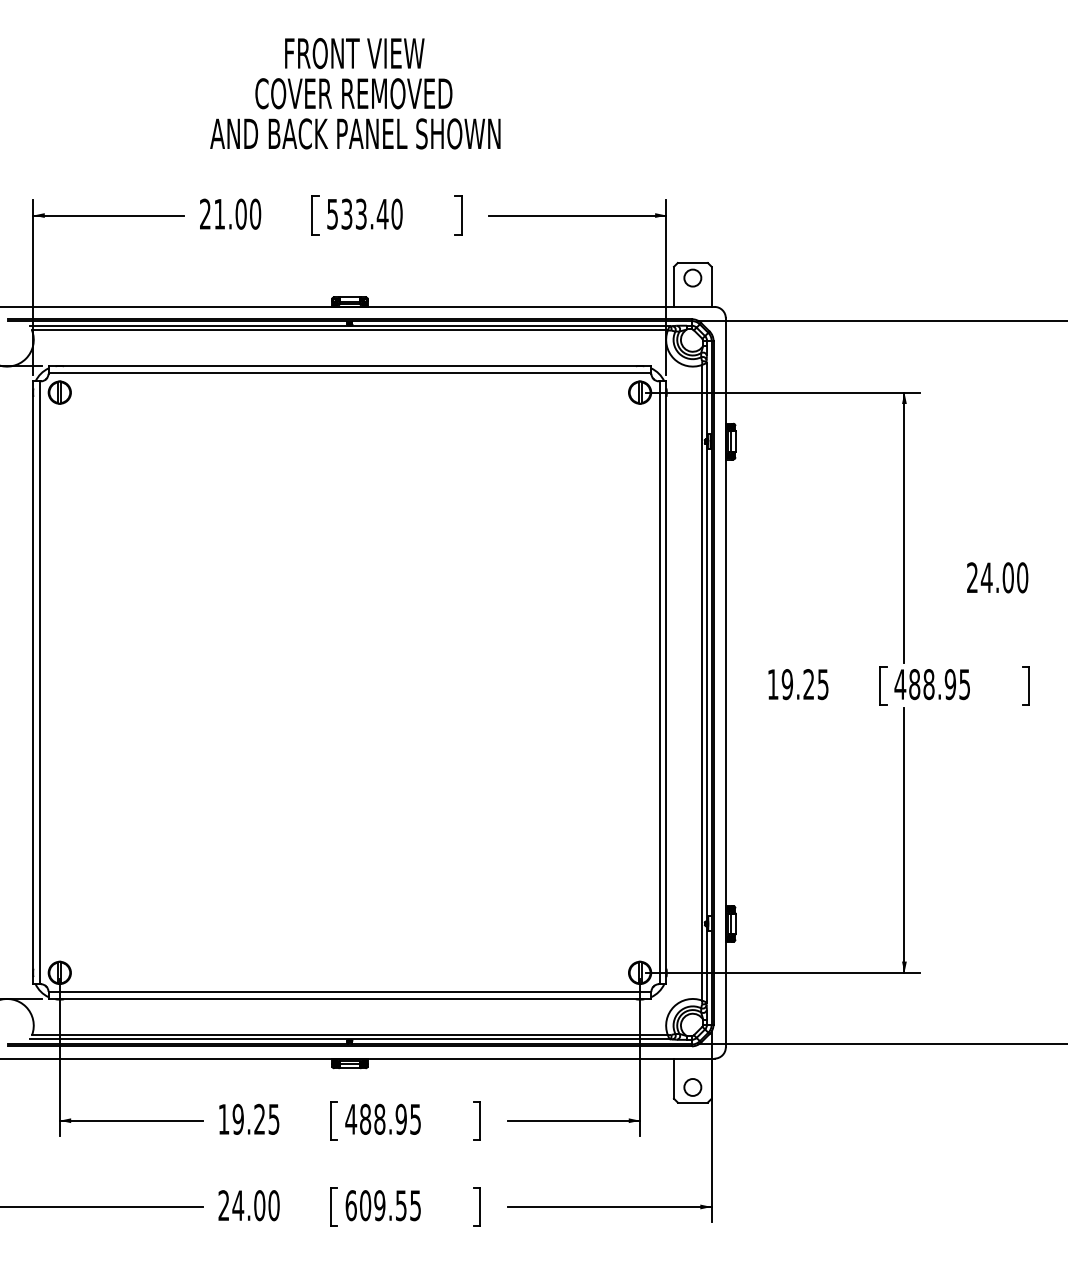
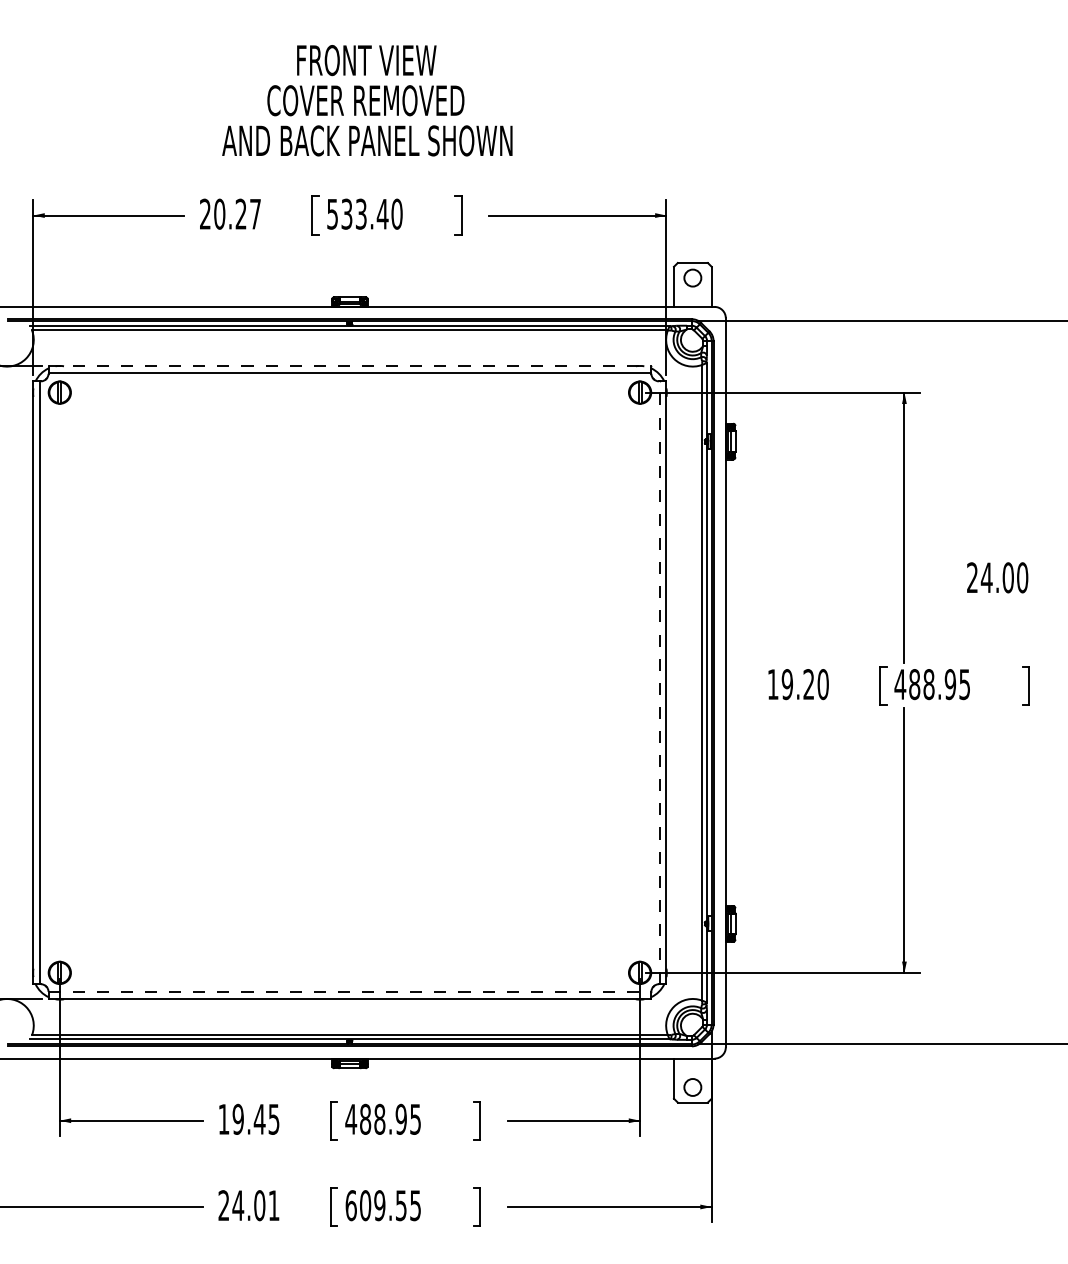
text at (355, 93) position: (355, 93) -> (367, 100)
text at (237, 213): 21.00 -> 20.27
line at (350, 366): solid -> dashed
line at (659, 682): solid -> dashed
text at (822, 684): 19.25 -> 19.20
line at (350, 992): solid -> dashed
text at (259, 1118): 19.25 -> 19.45
text at (273, 1205): 24.00 -> 24.01
